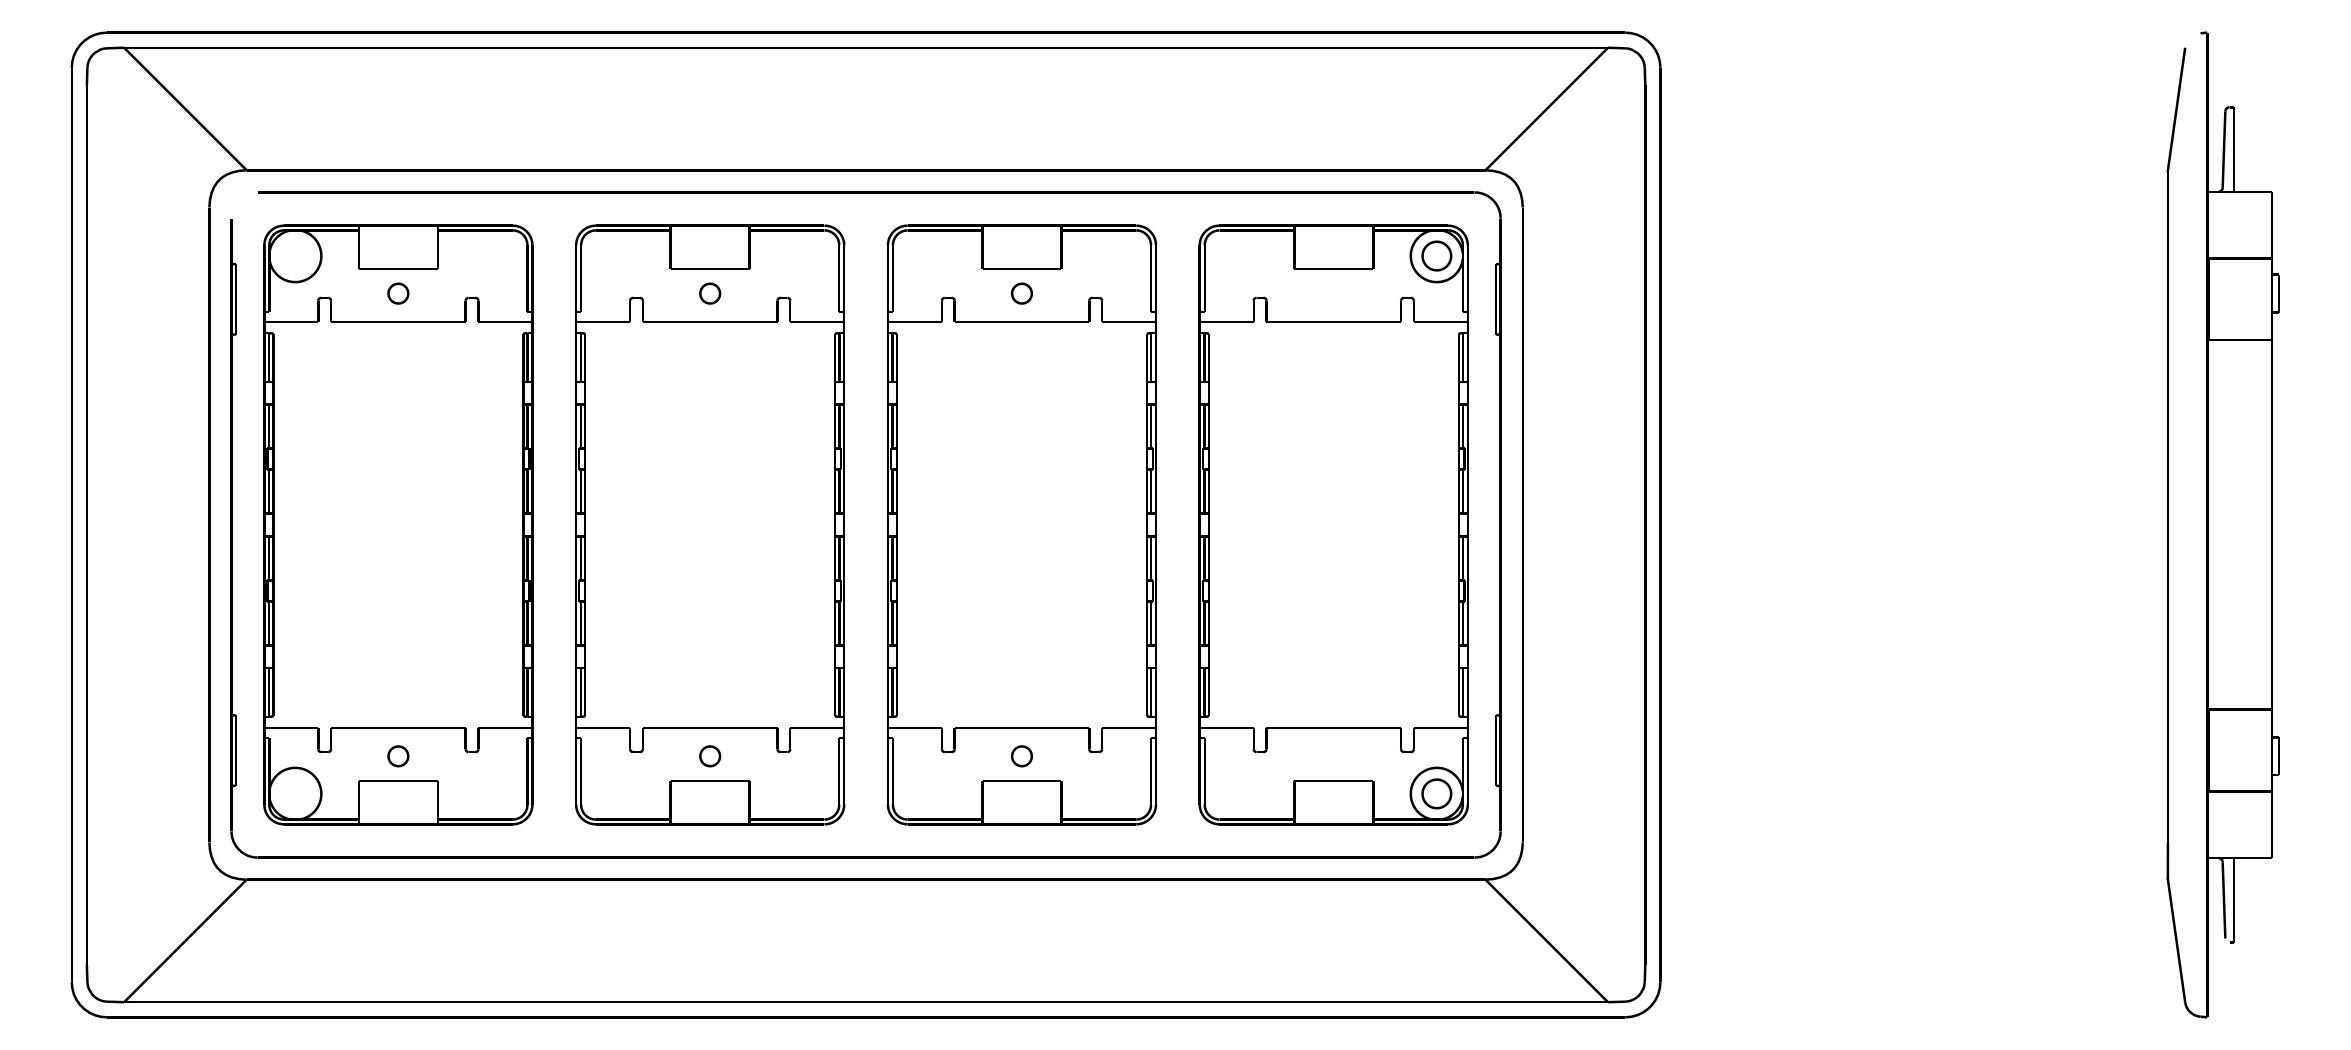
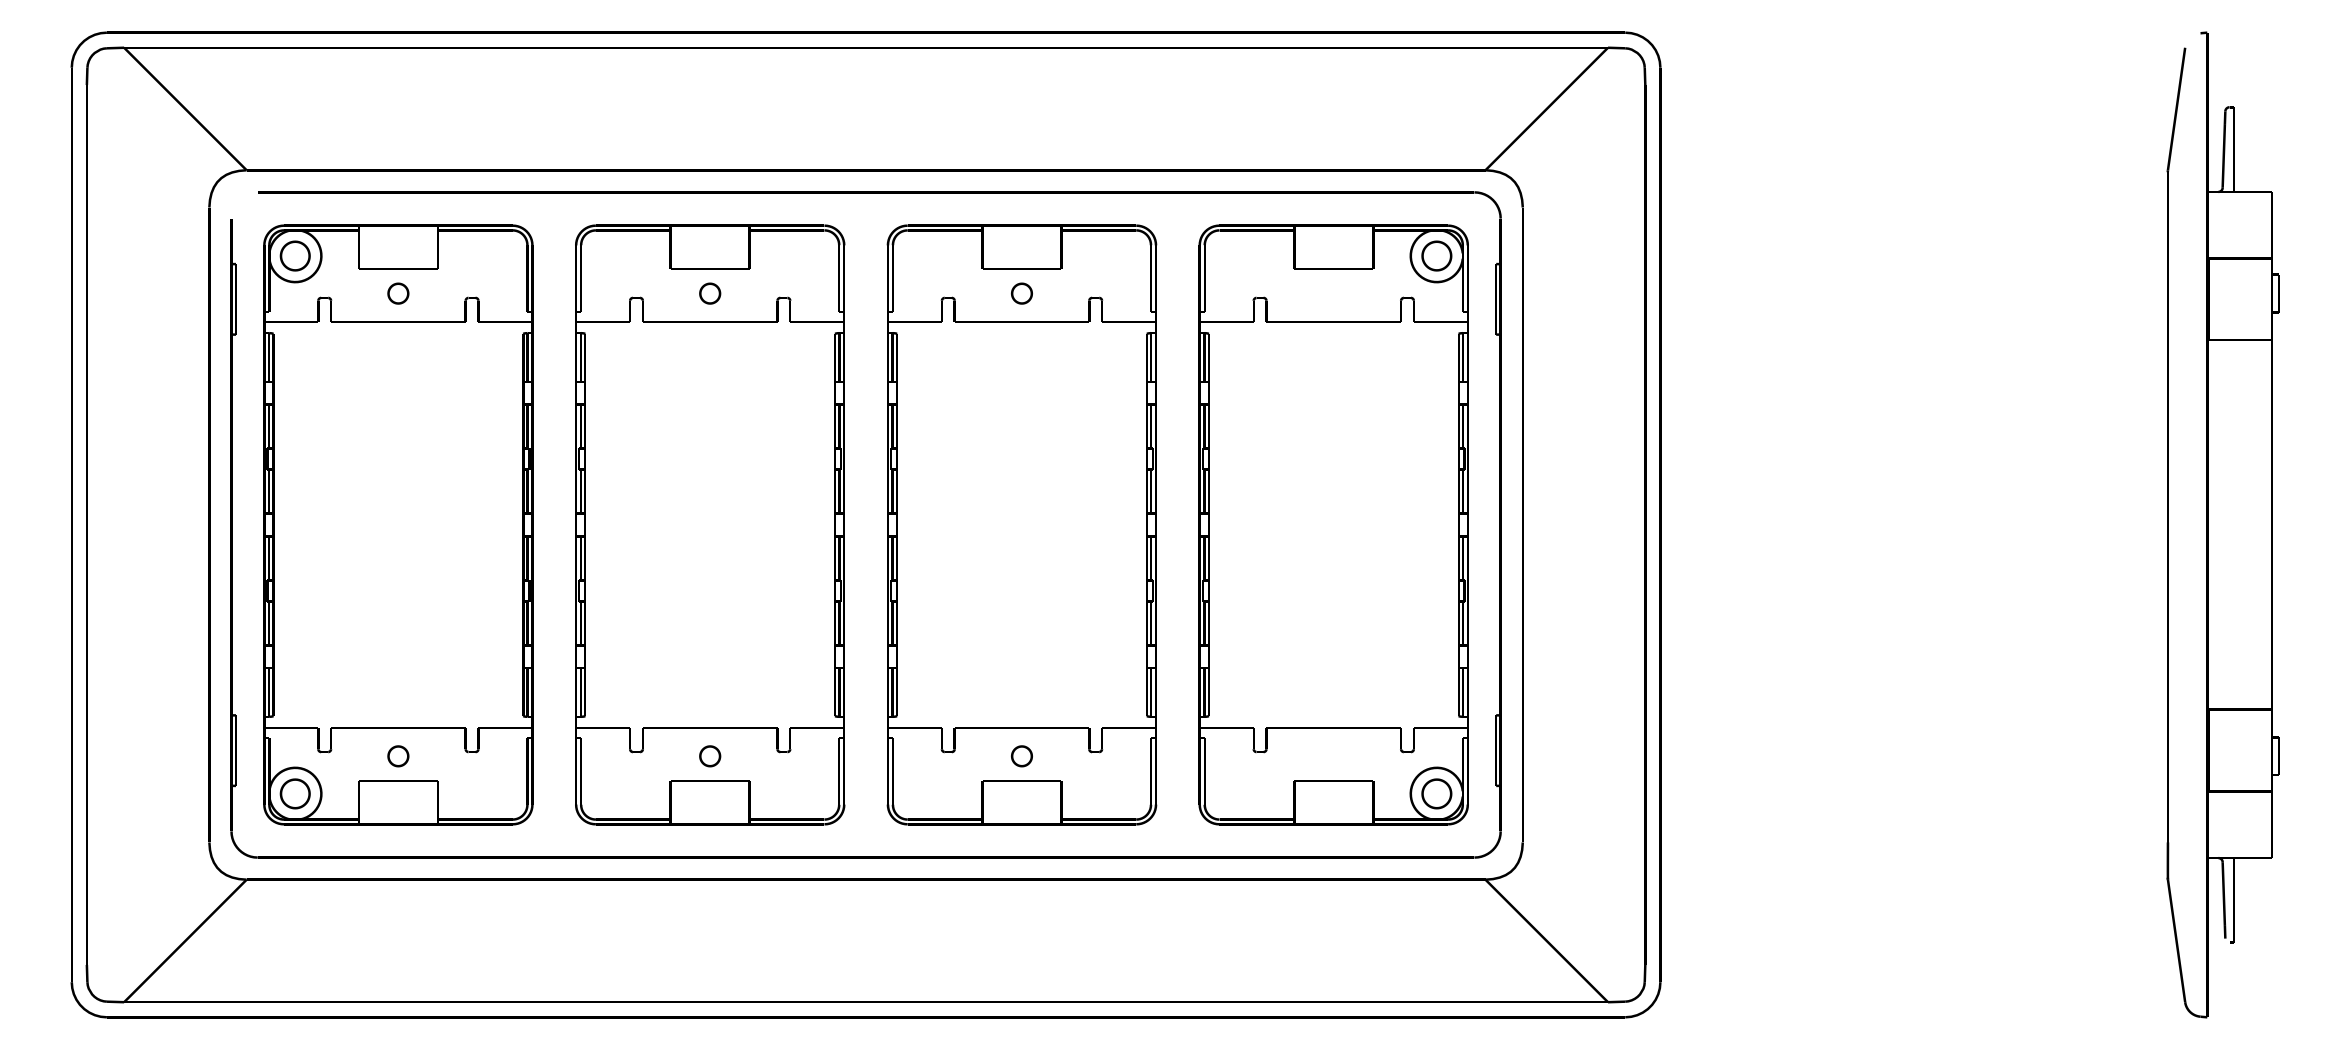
part at (294, 255): none -> present
part at (294, 793): none -> present
